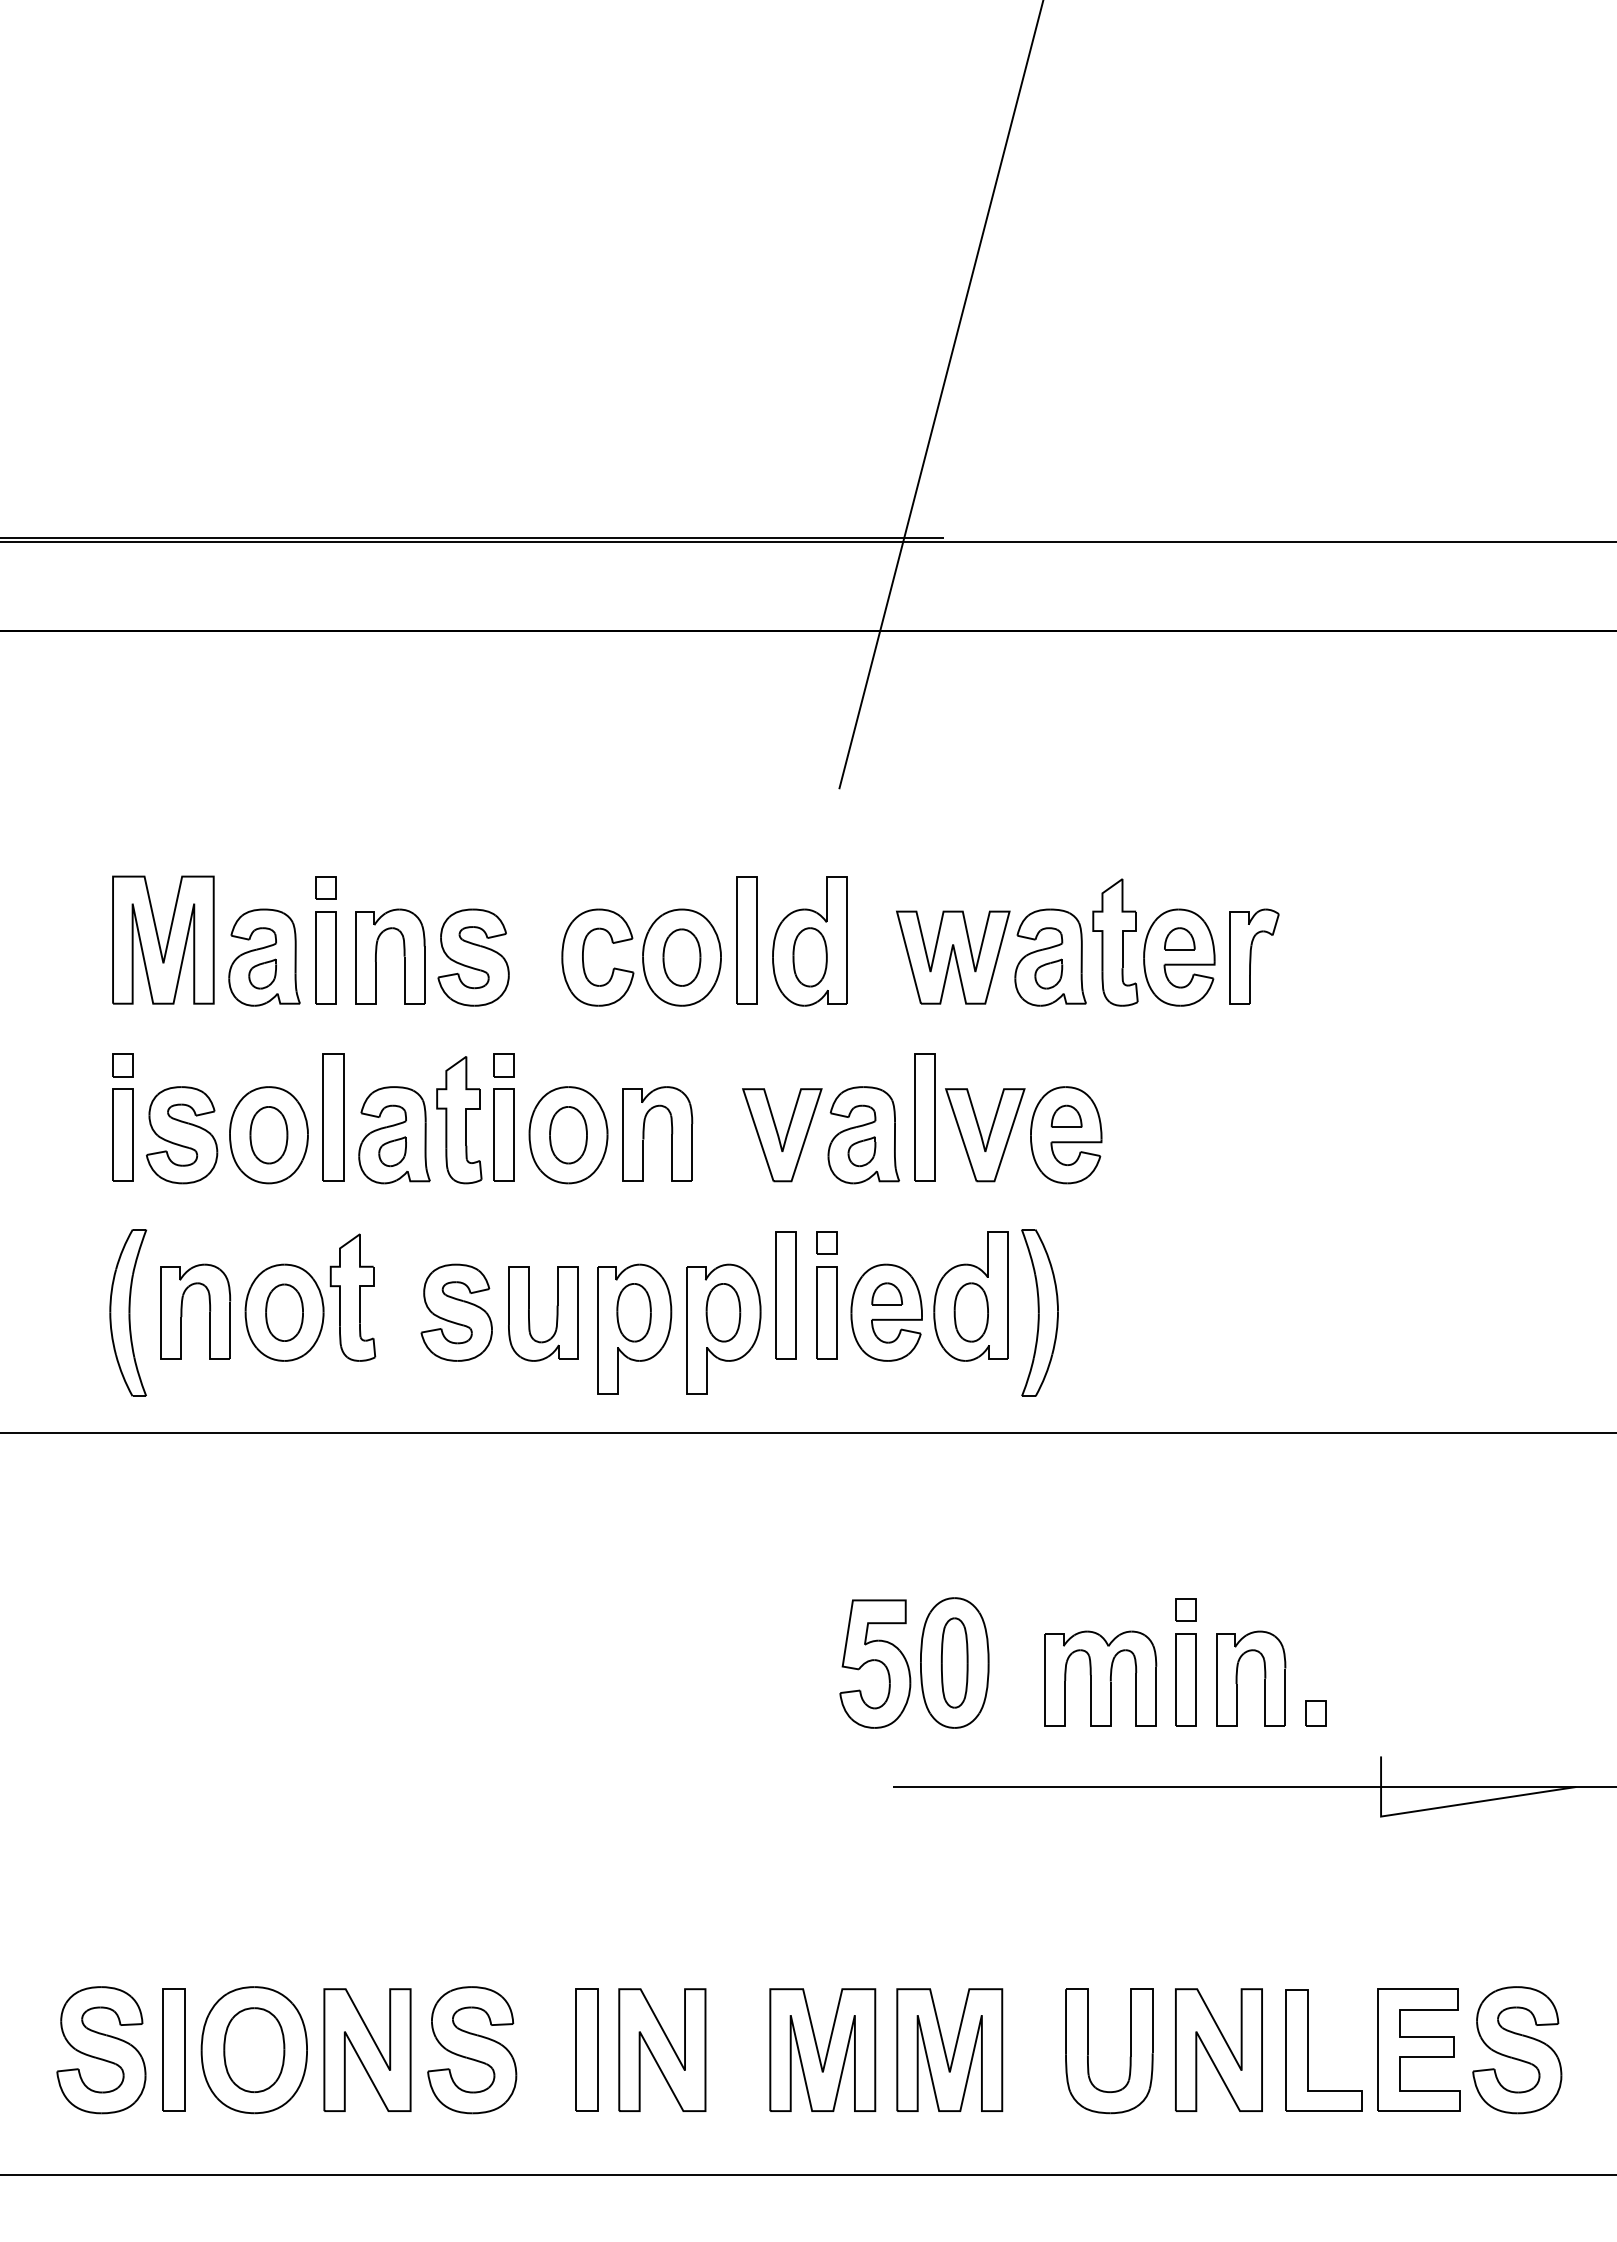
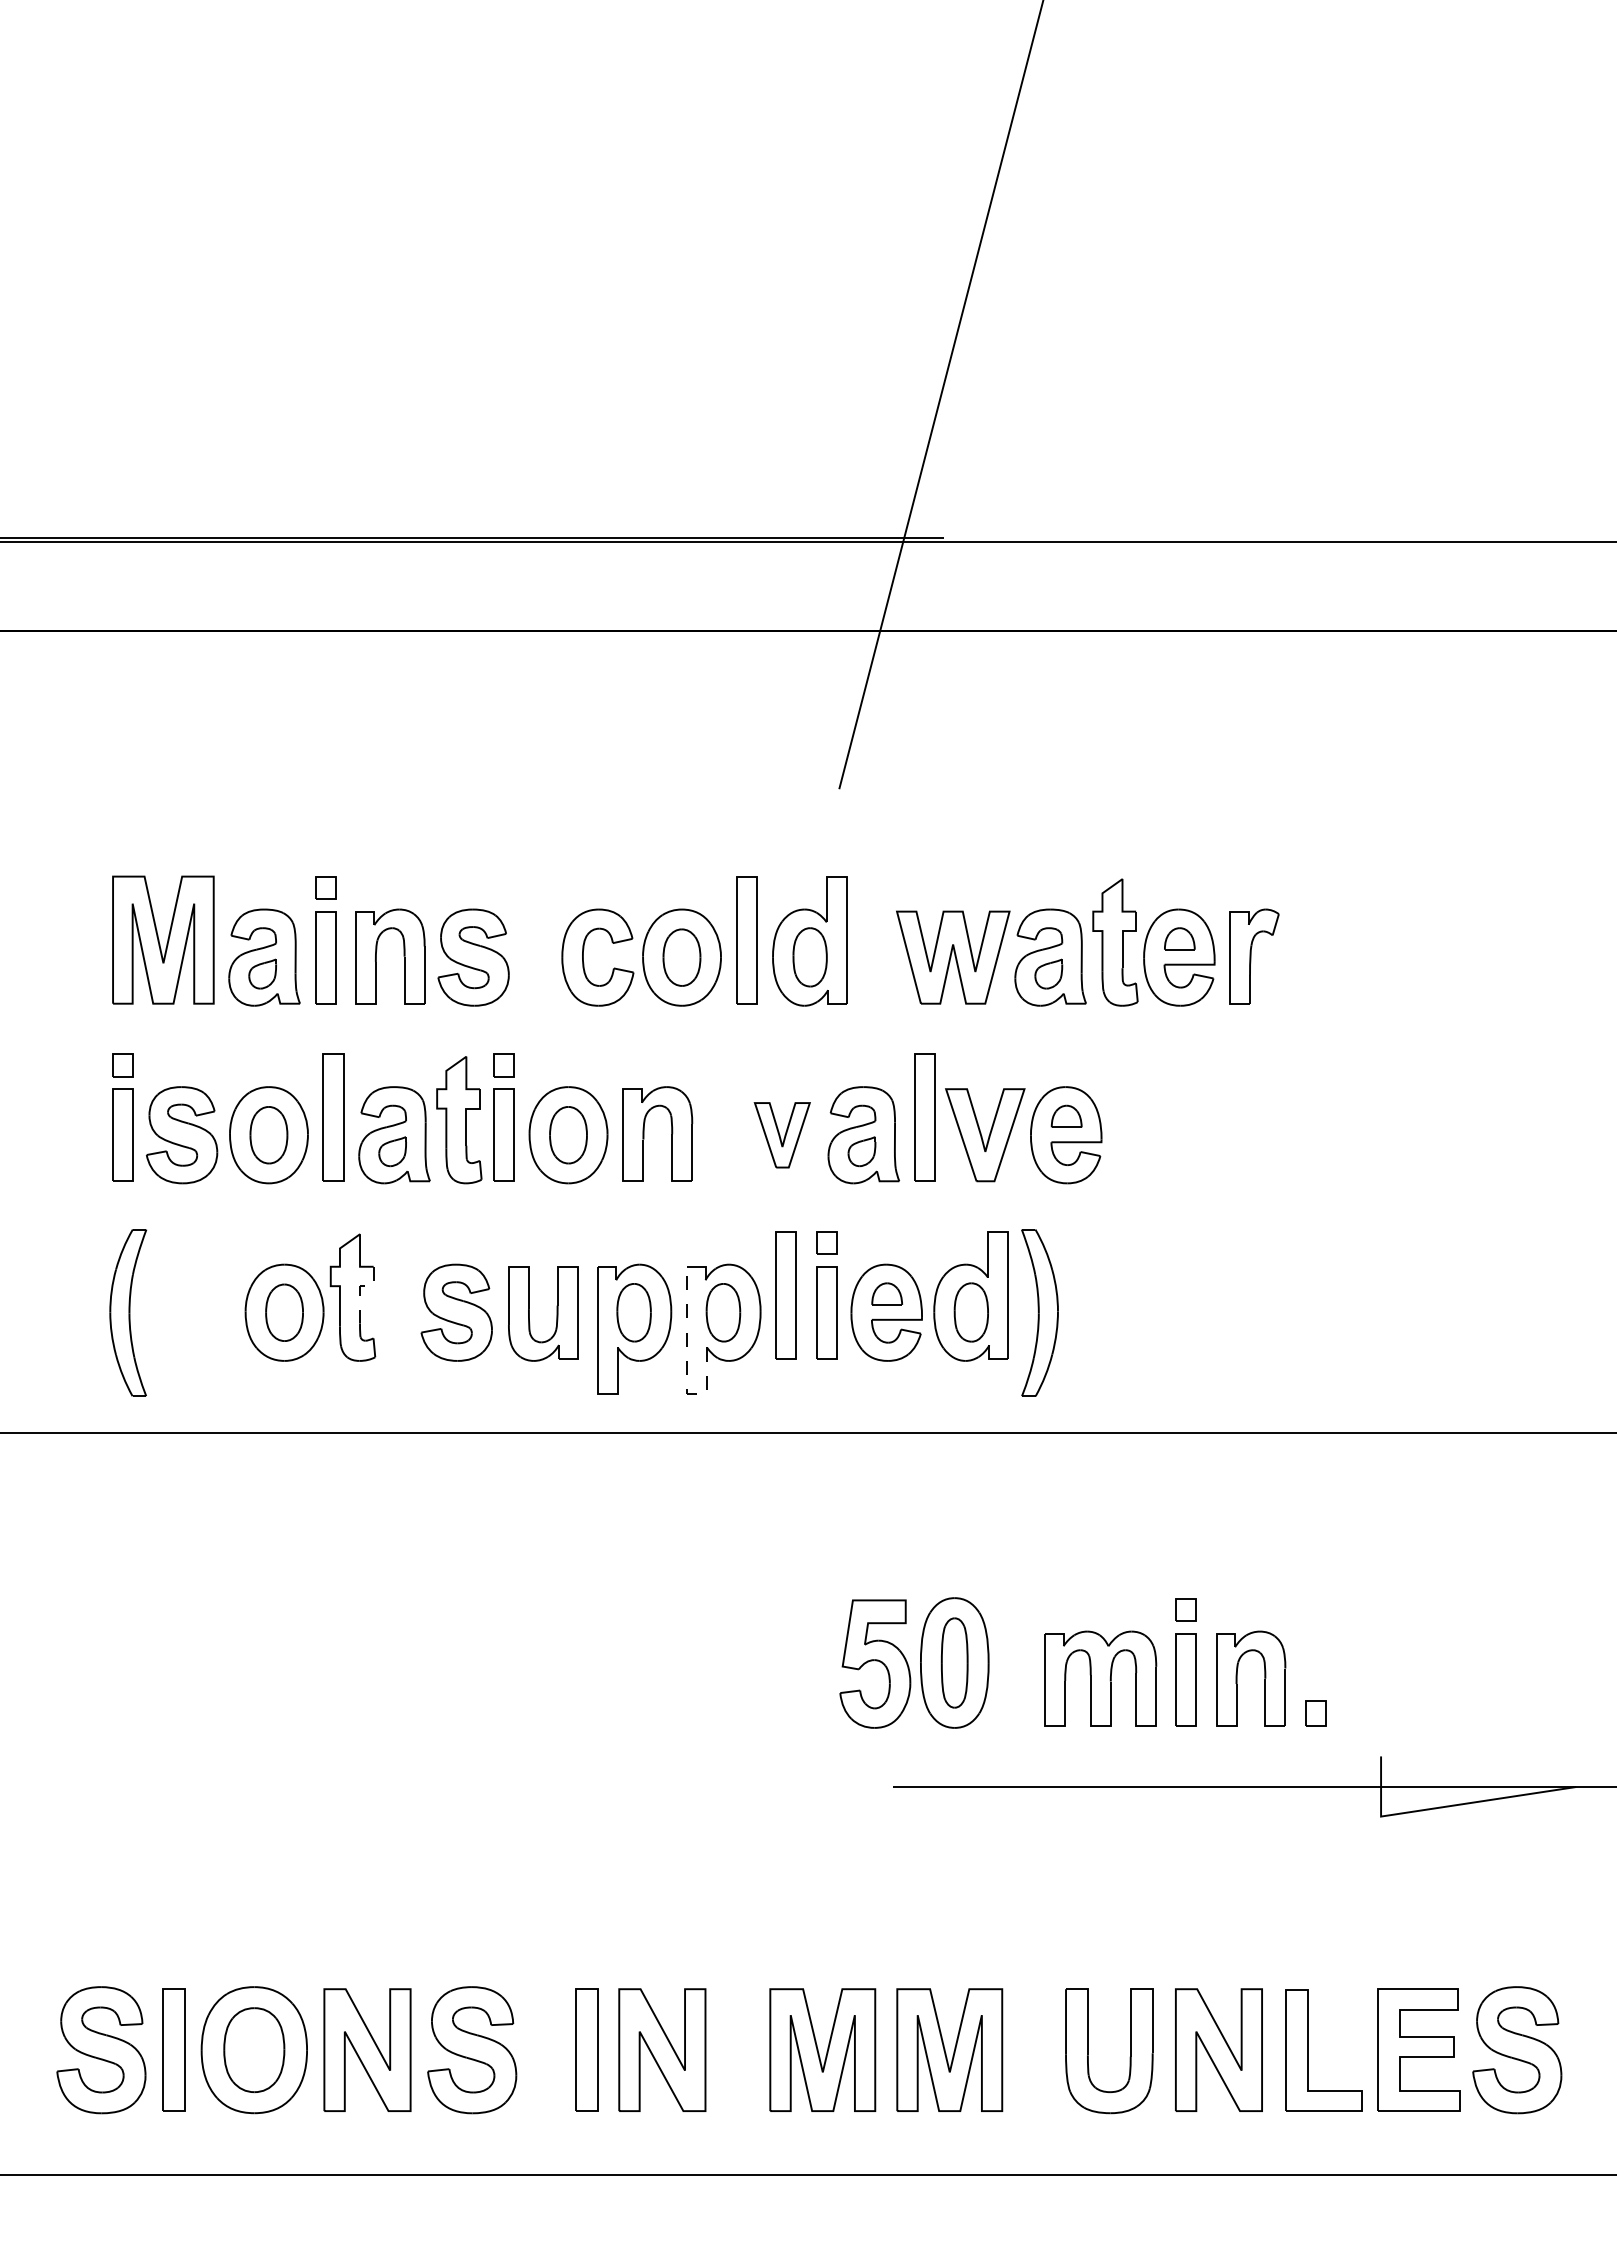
part at (782, 1135) size: 81x95 px -> 58x67 px
line at (360, 1287): solid -> dashed
part at (182, 1311): present -> none
line at (686, 1365): solid -> dashed
